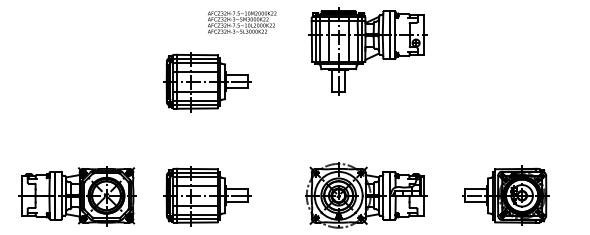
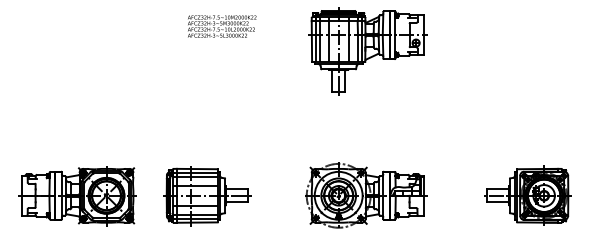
text at (242, 22) position: (242, 22) -> (222, 26)
part at (207, 82): present -> none
part at (505, 195) position: (505, 195) -> (527, 195)
